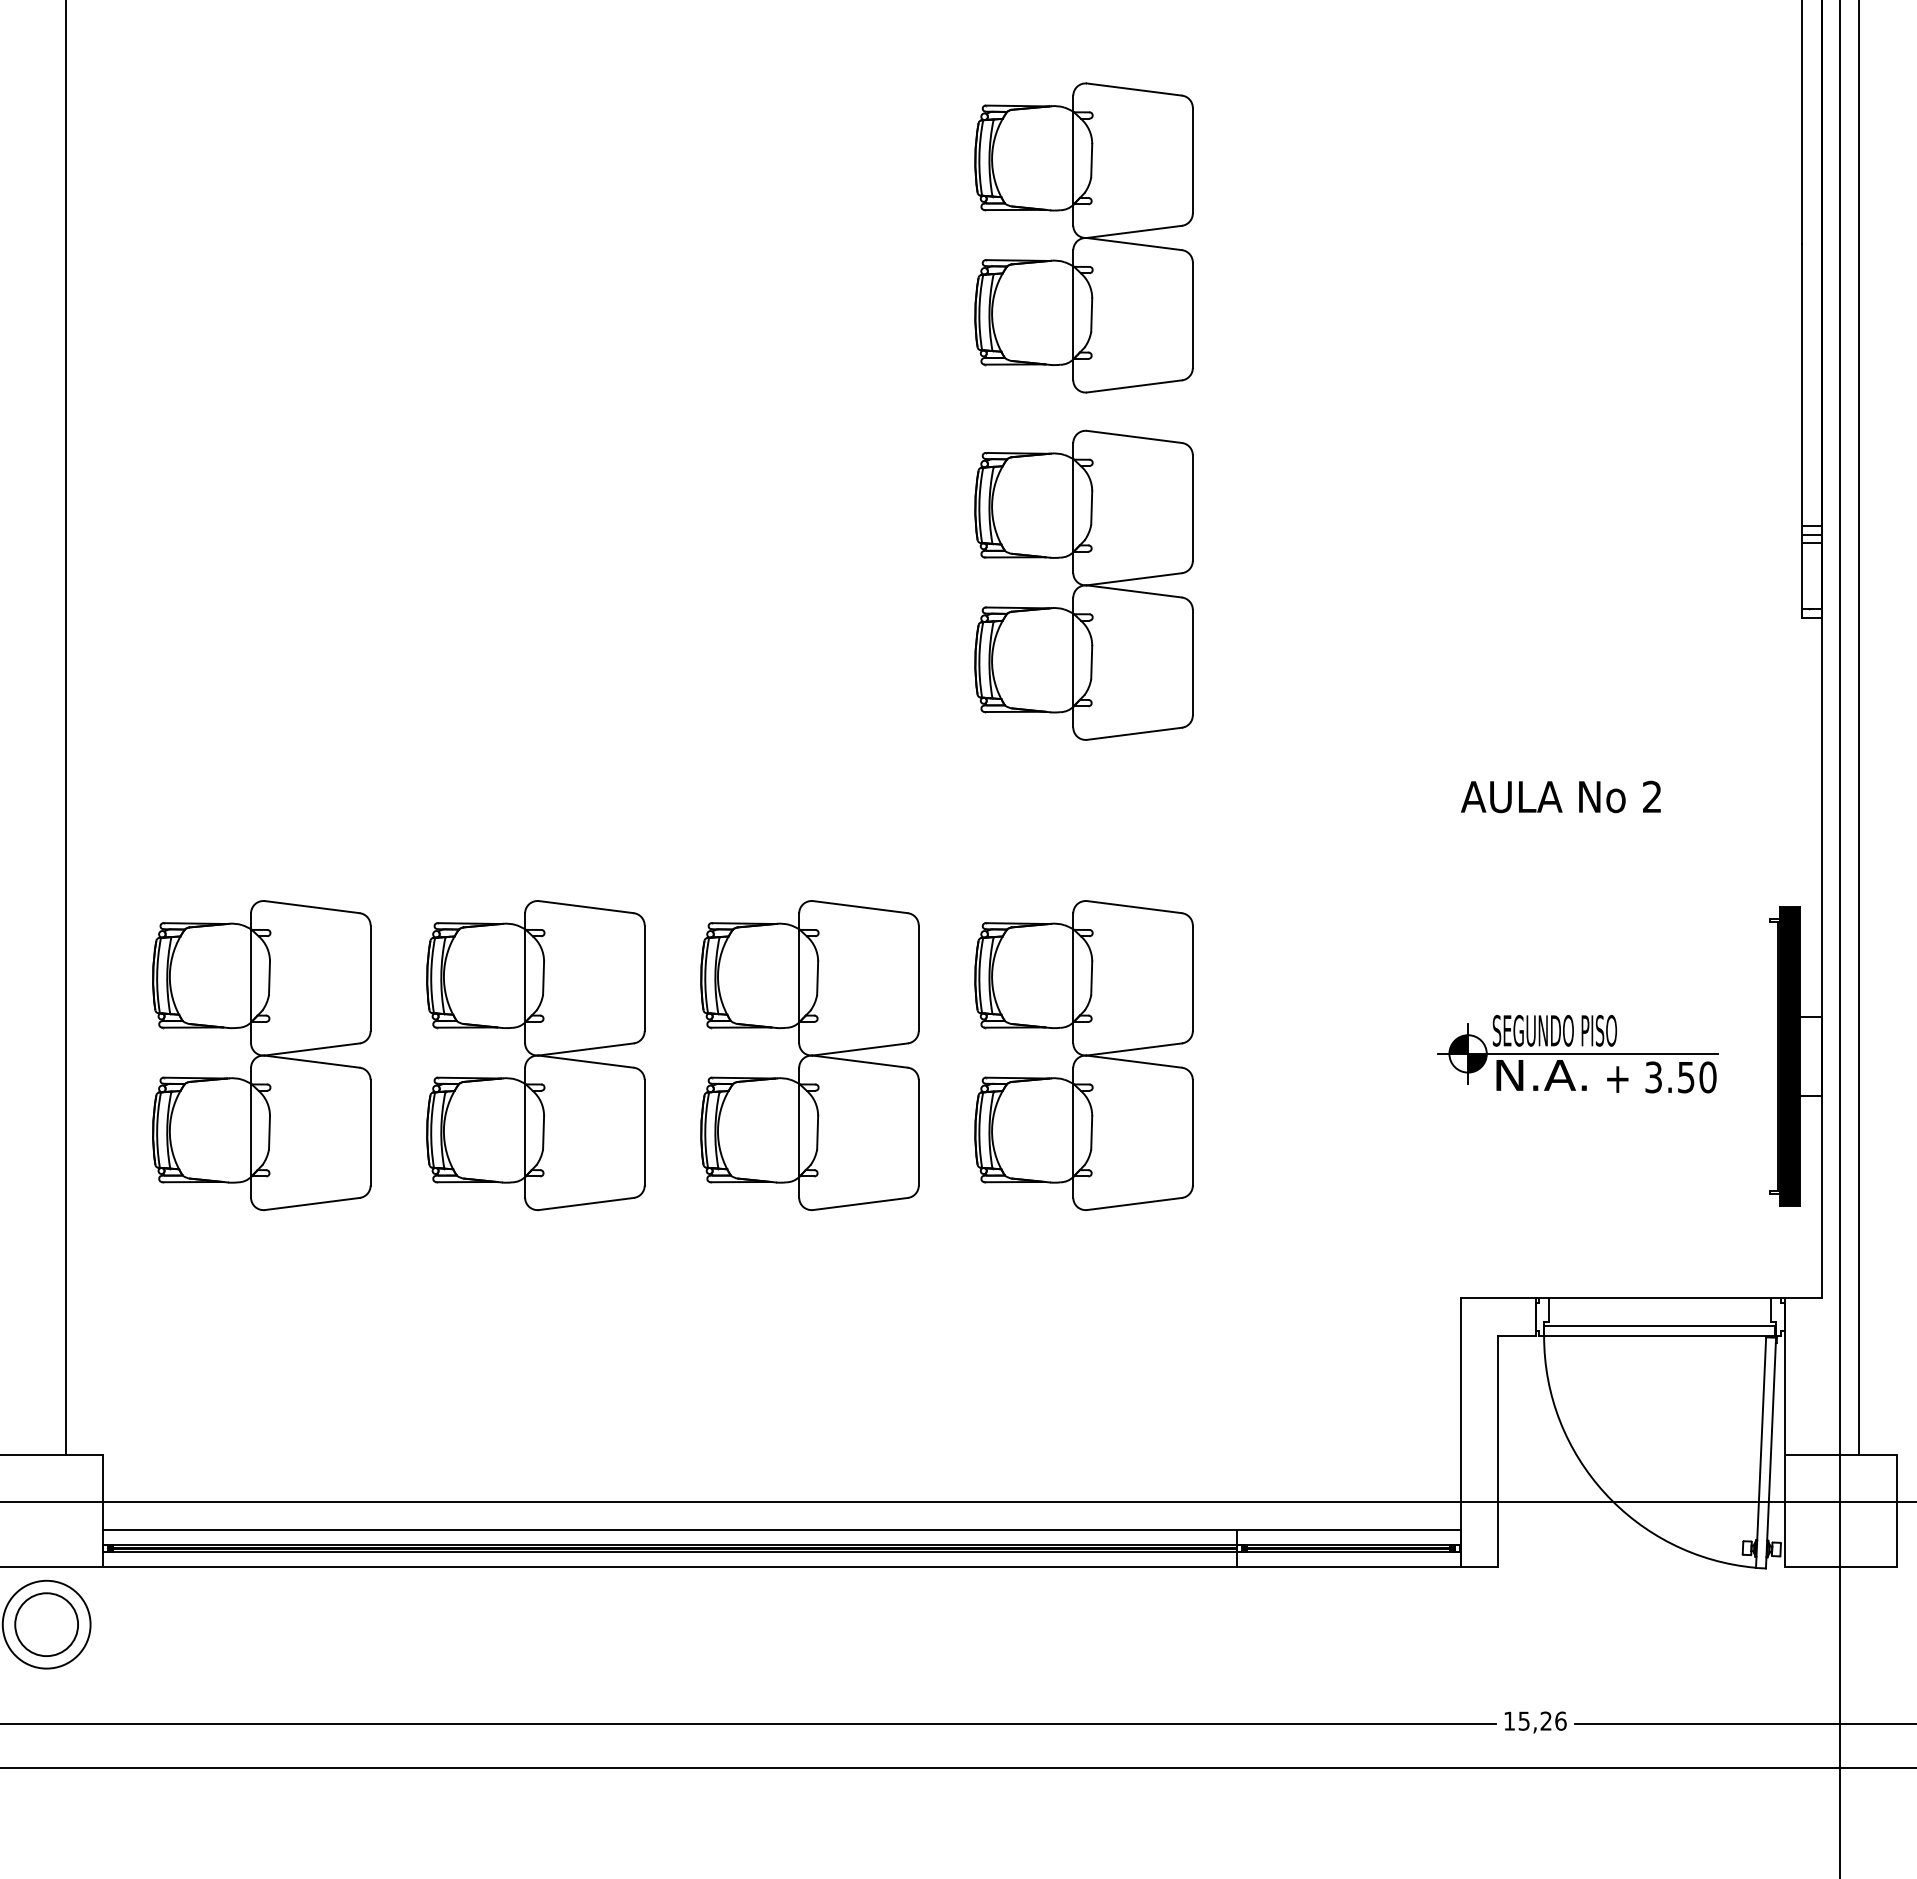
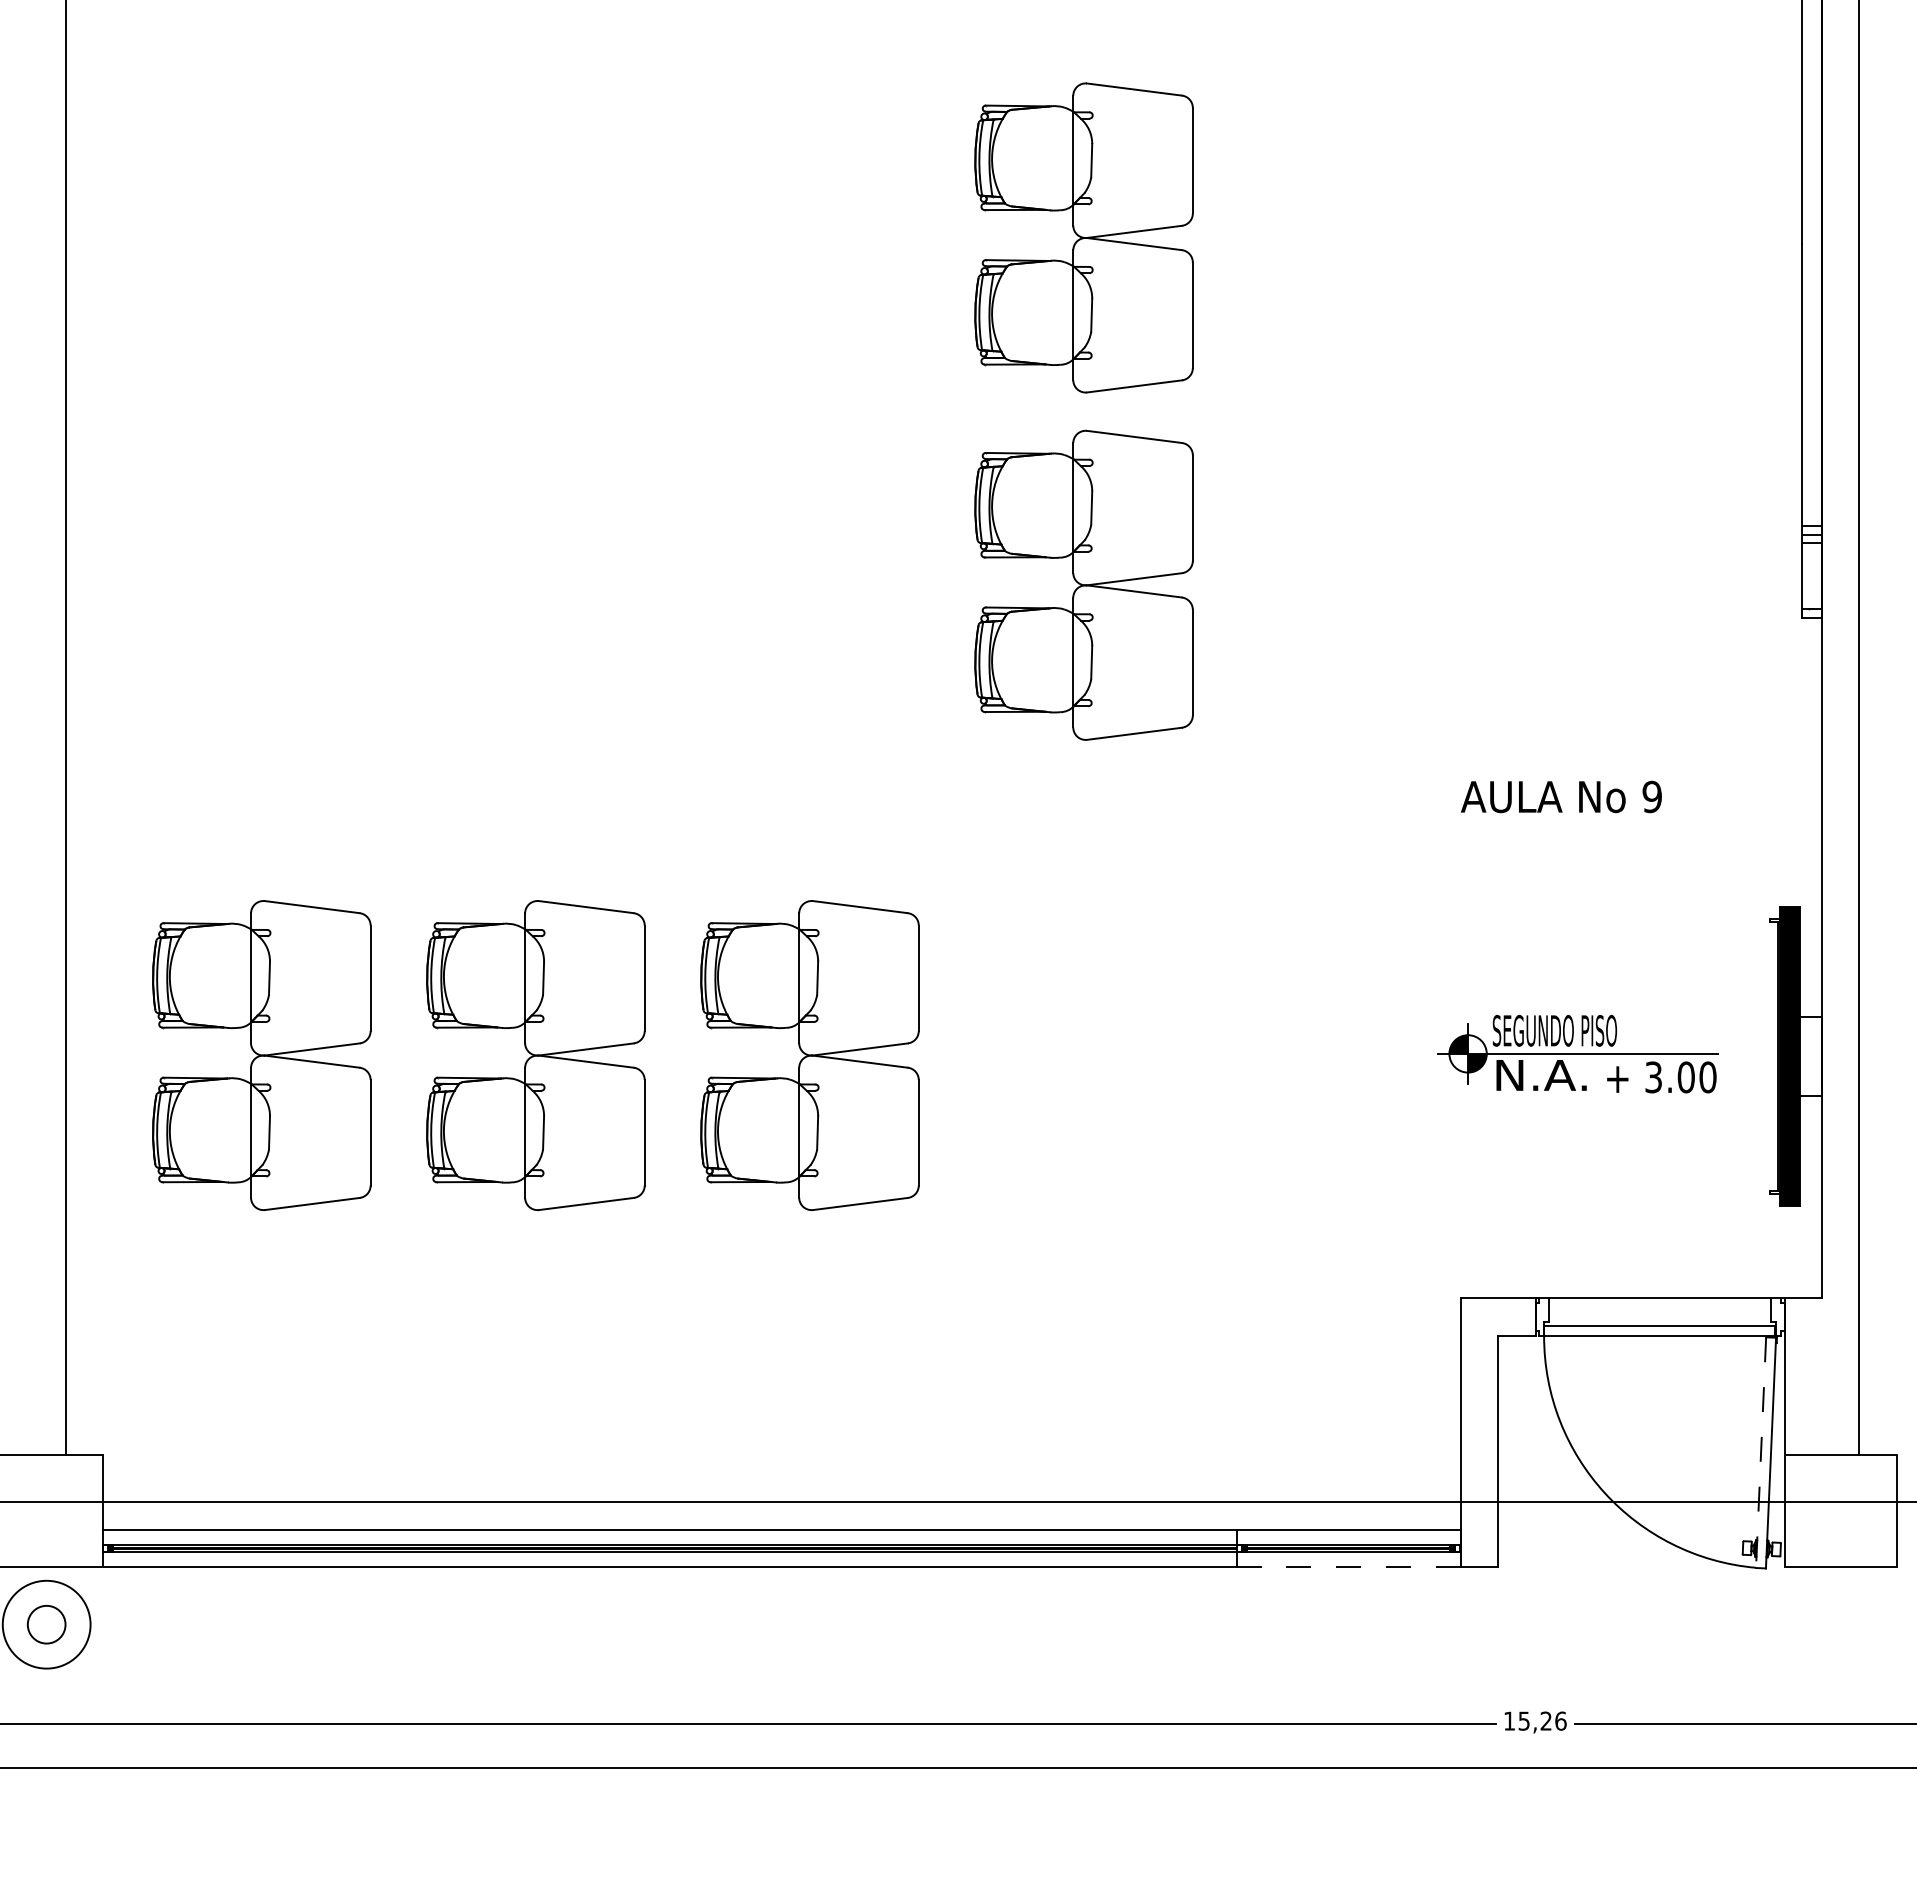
text at (1651, 796): 2 -> 9
line at (1840, 938): present -> none
part at (1083, 1055): present -> none
text at (1685, 1077): 3.50 -> 3.00
line at (1761, 1453): solid -> dashed
line at (1348, 1567): solid -> dashed
circle at (46, 1624) diameter: 63 px -> 38 px
